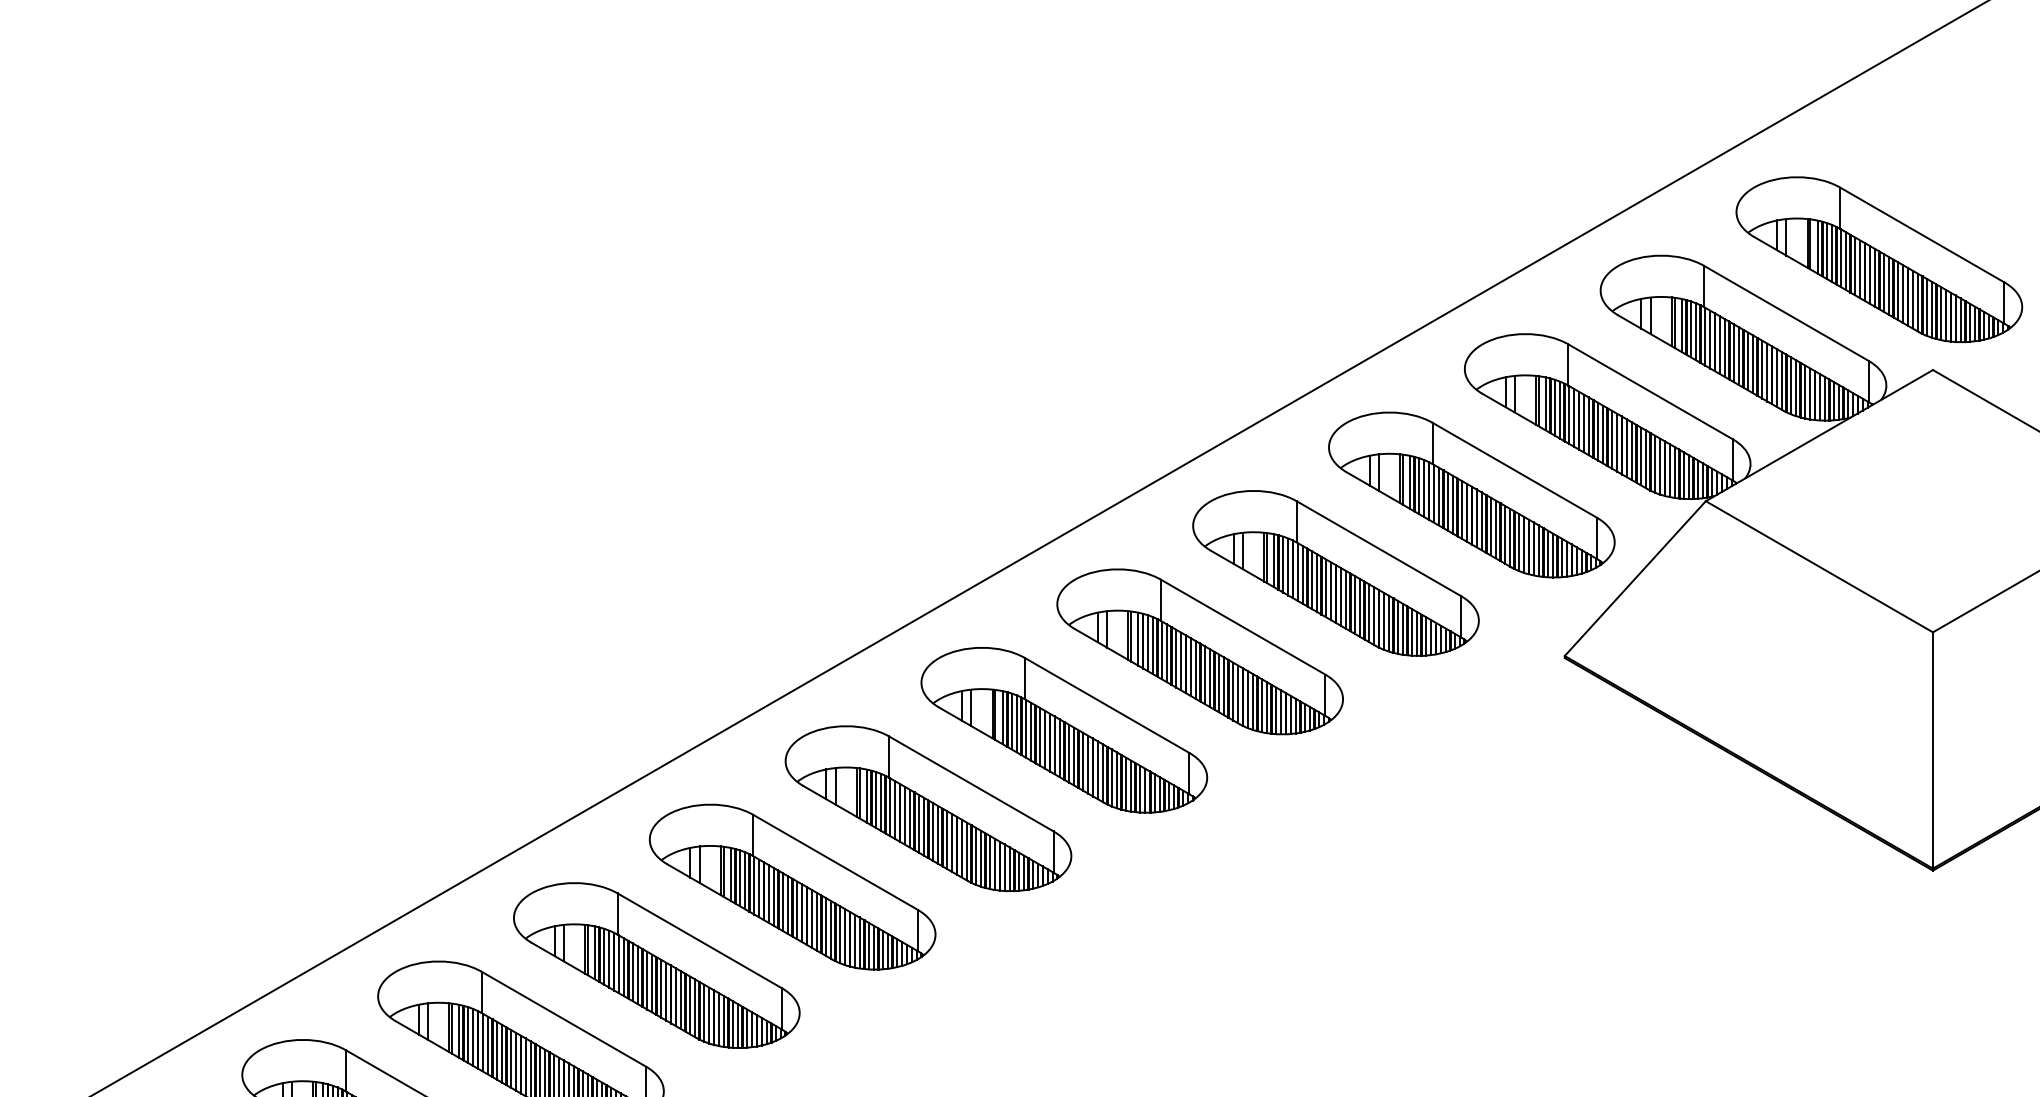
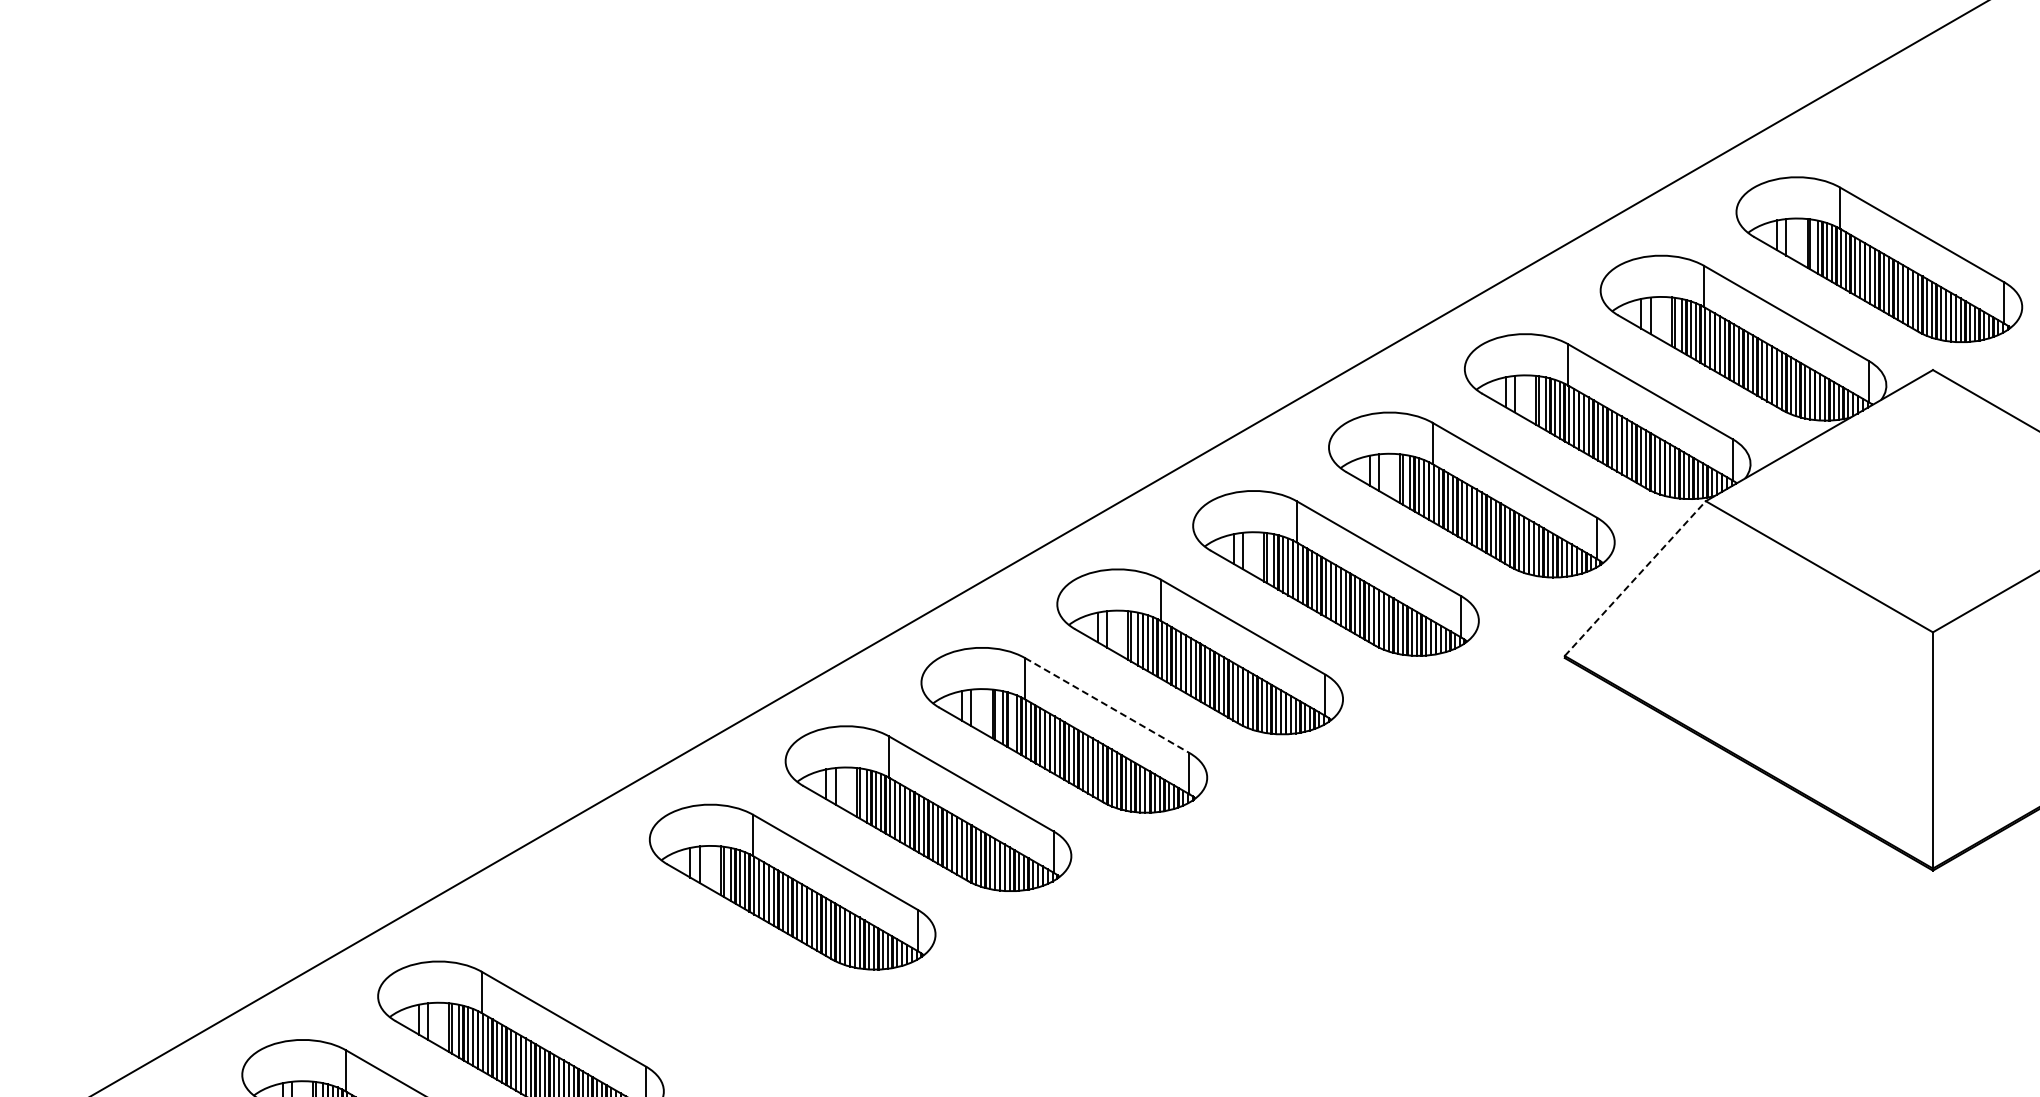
line at (1635, 578): solid -> dashed
line at (1107, 705): solid -> dashed
line at (1011, 721): present -> none
part at (656, 965): present -> none
